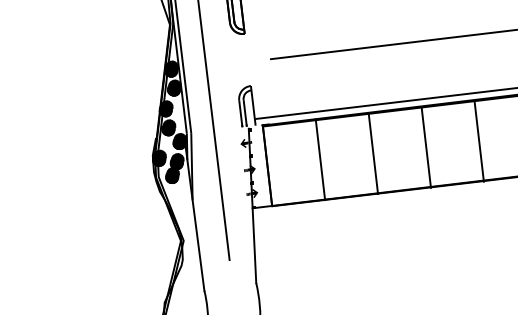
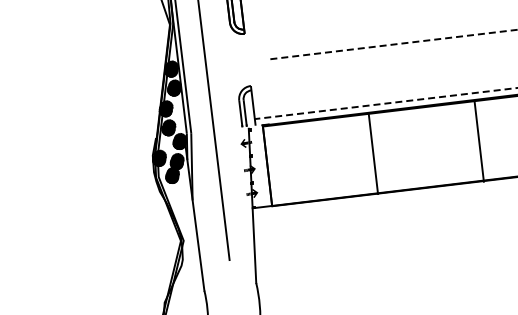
line at (393, 44): solid -> dashed
line at (385, 103): solid -> dashed
line at (425, 147): present -> none
line at (320, 159): present -> none
